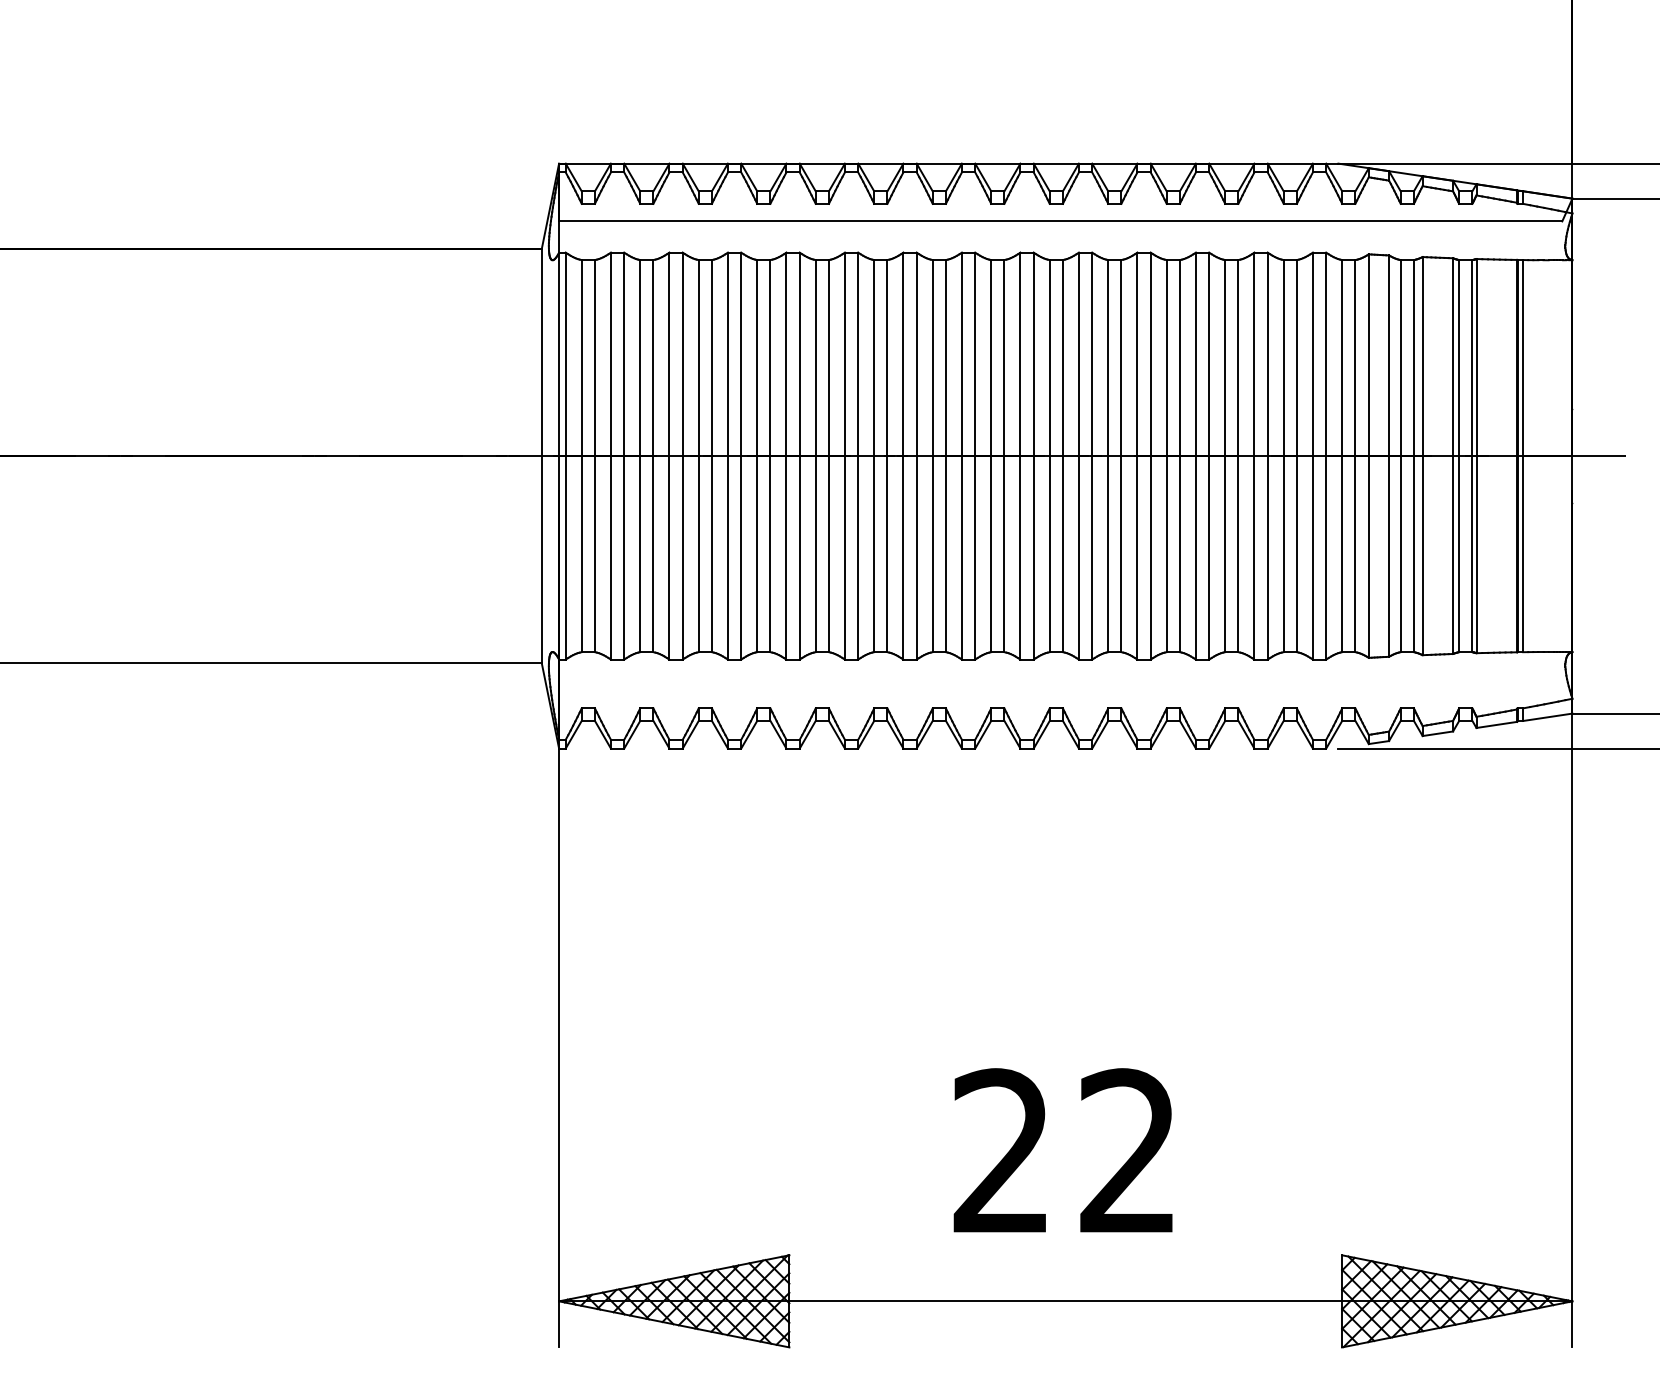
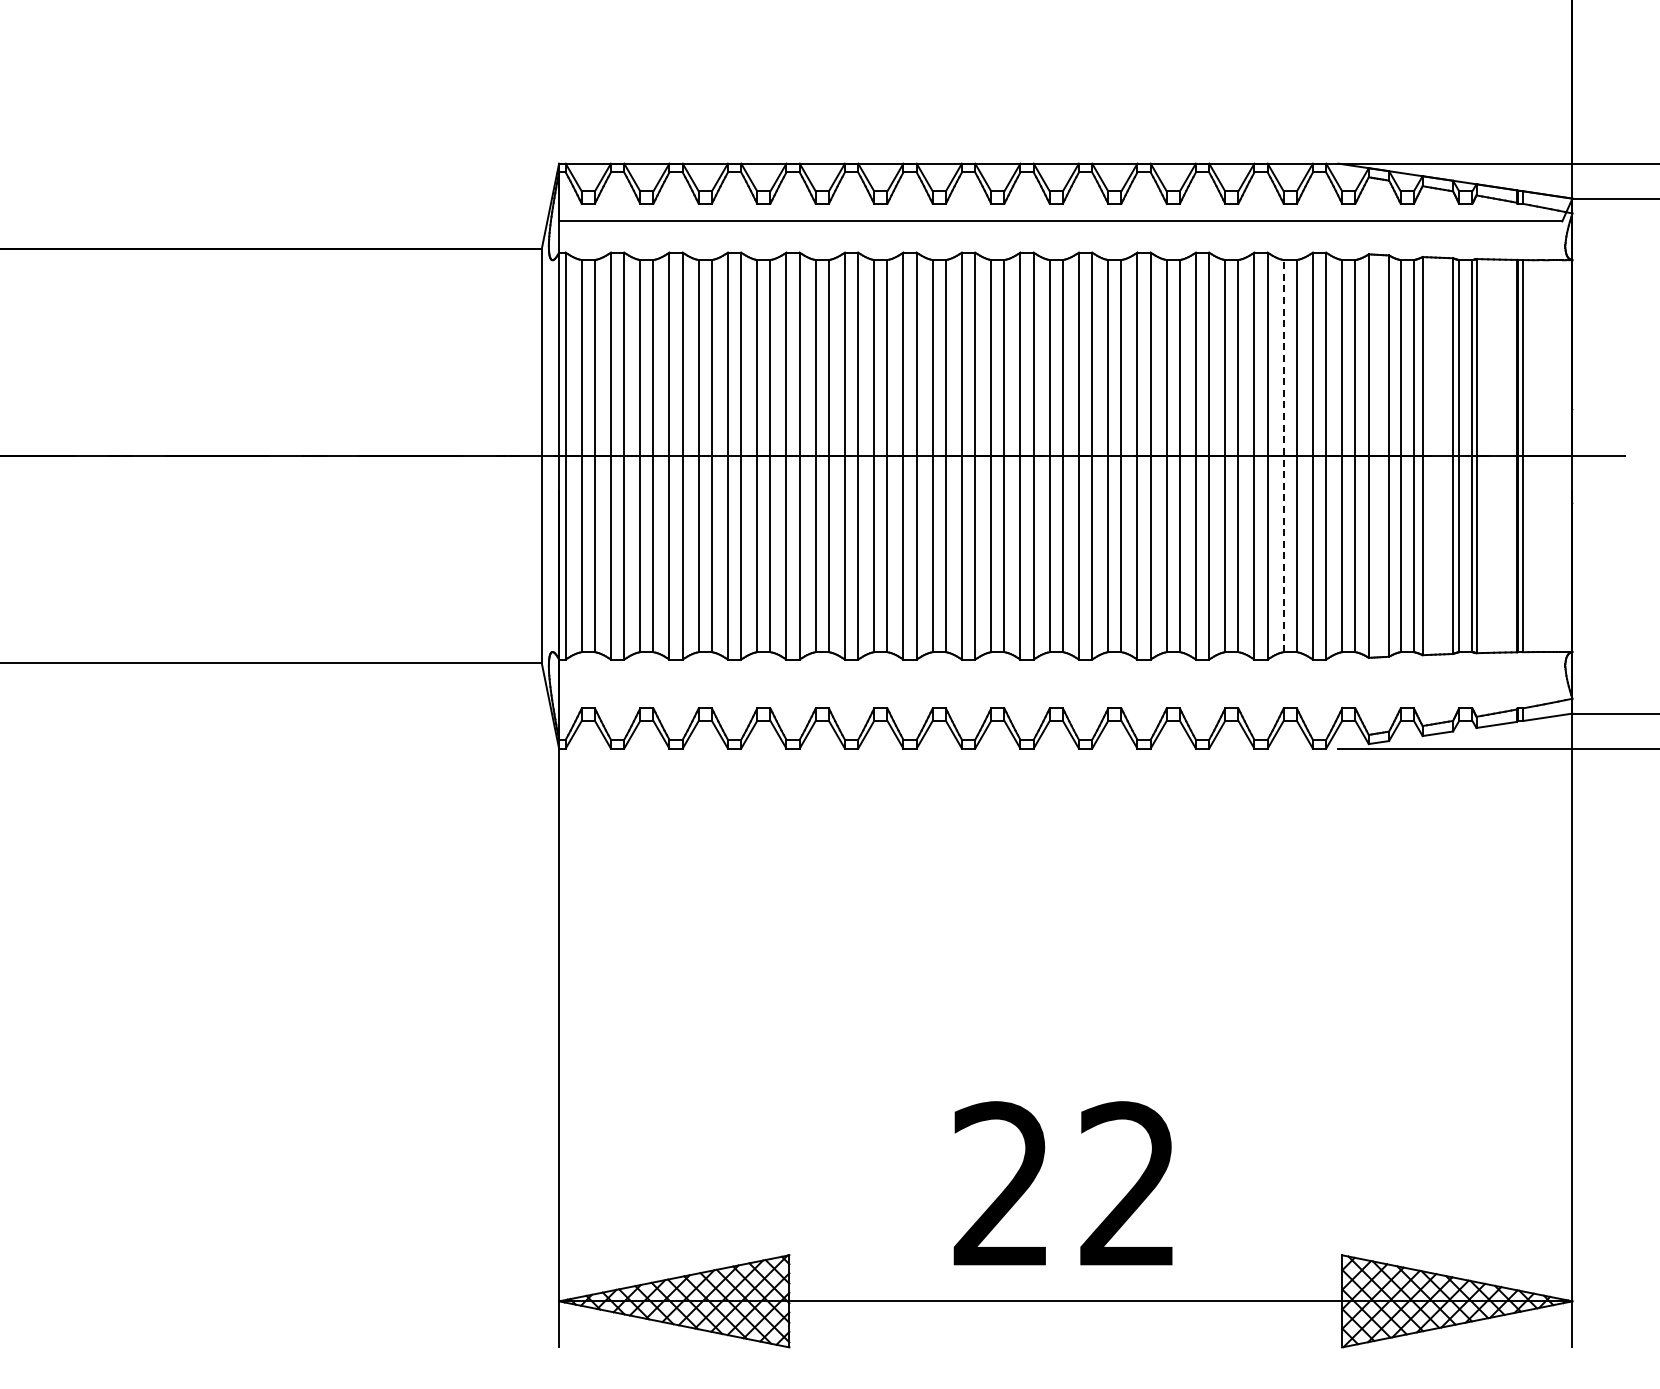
line at (1283, 455): solid -> dashed
text at (1062, 1150) position: (1062, 1150) -> (1062, 1183)
